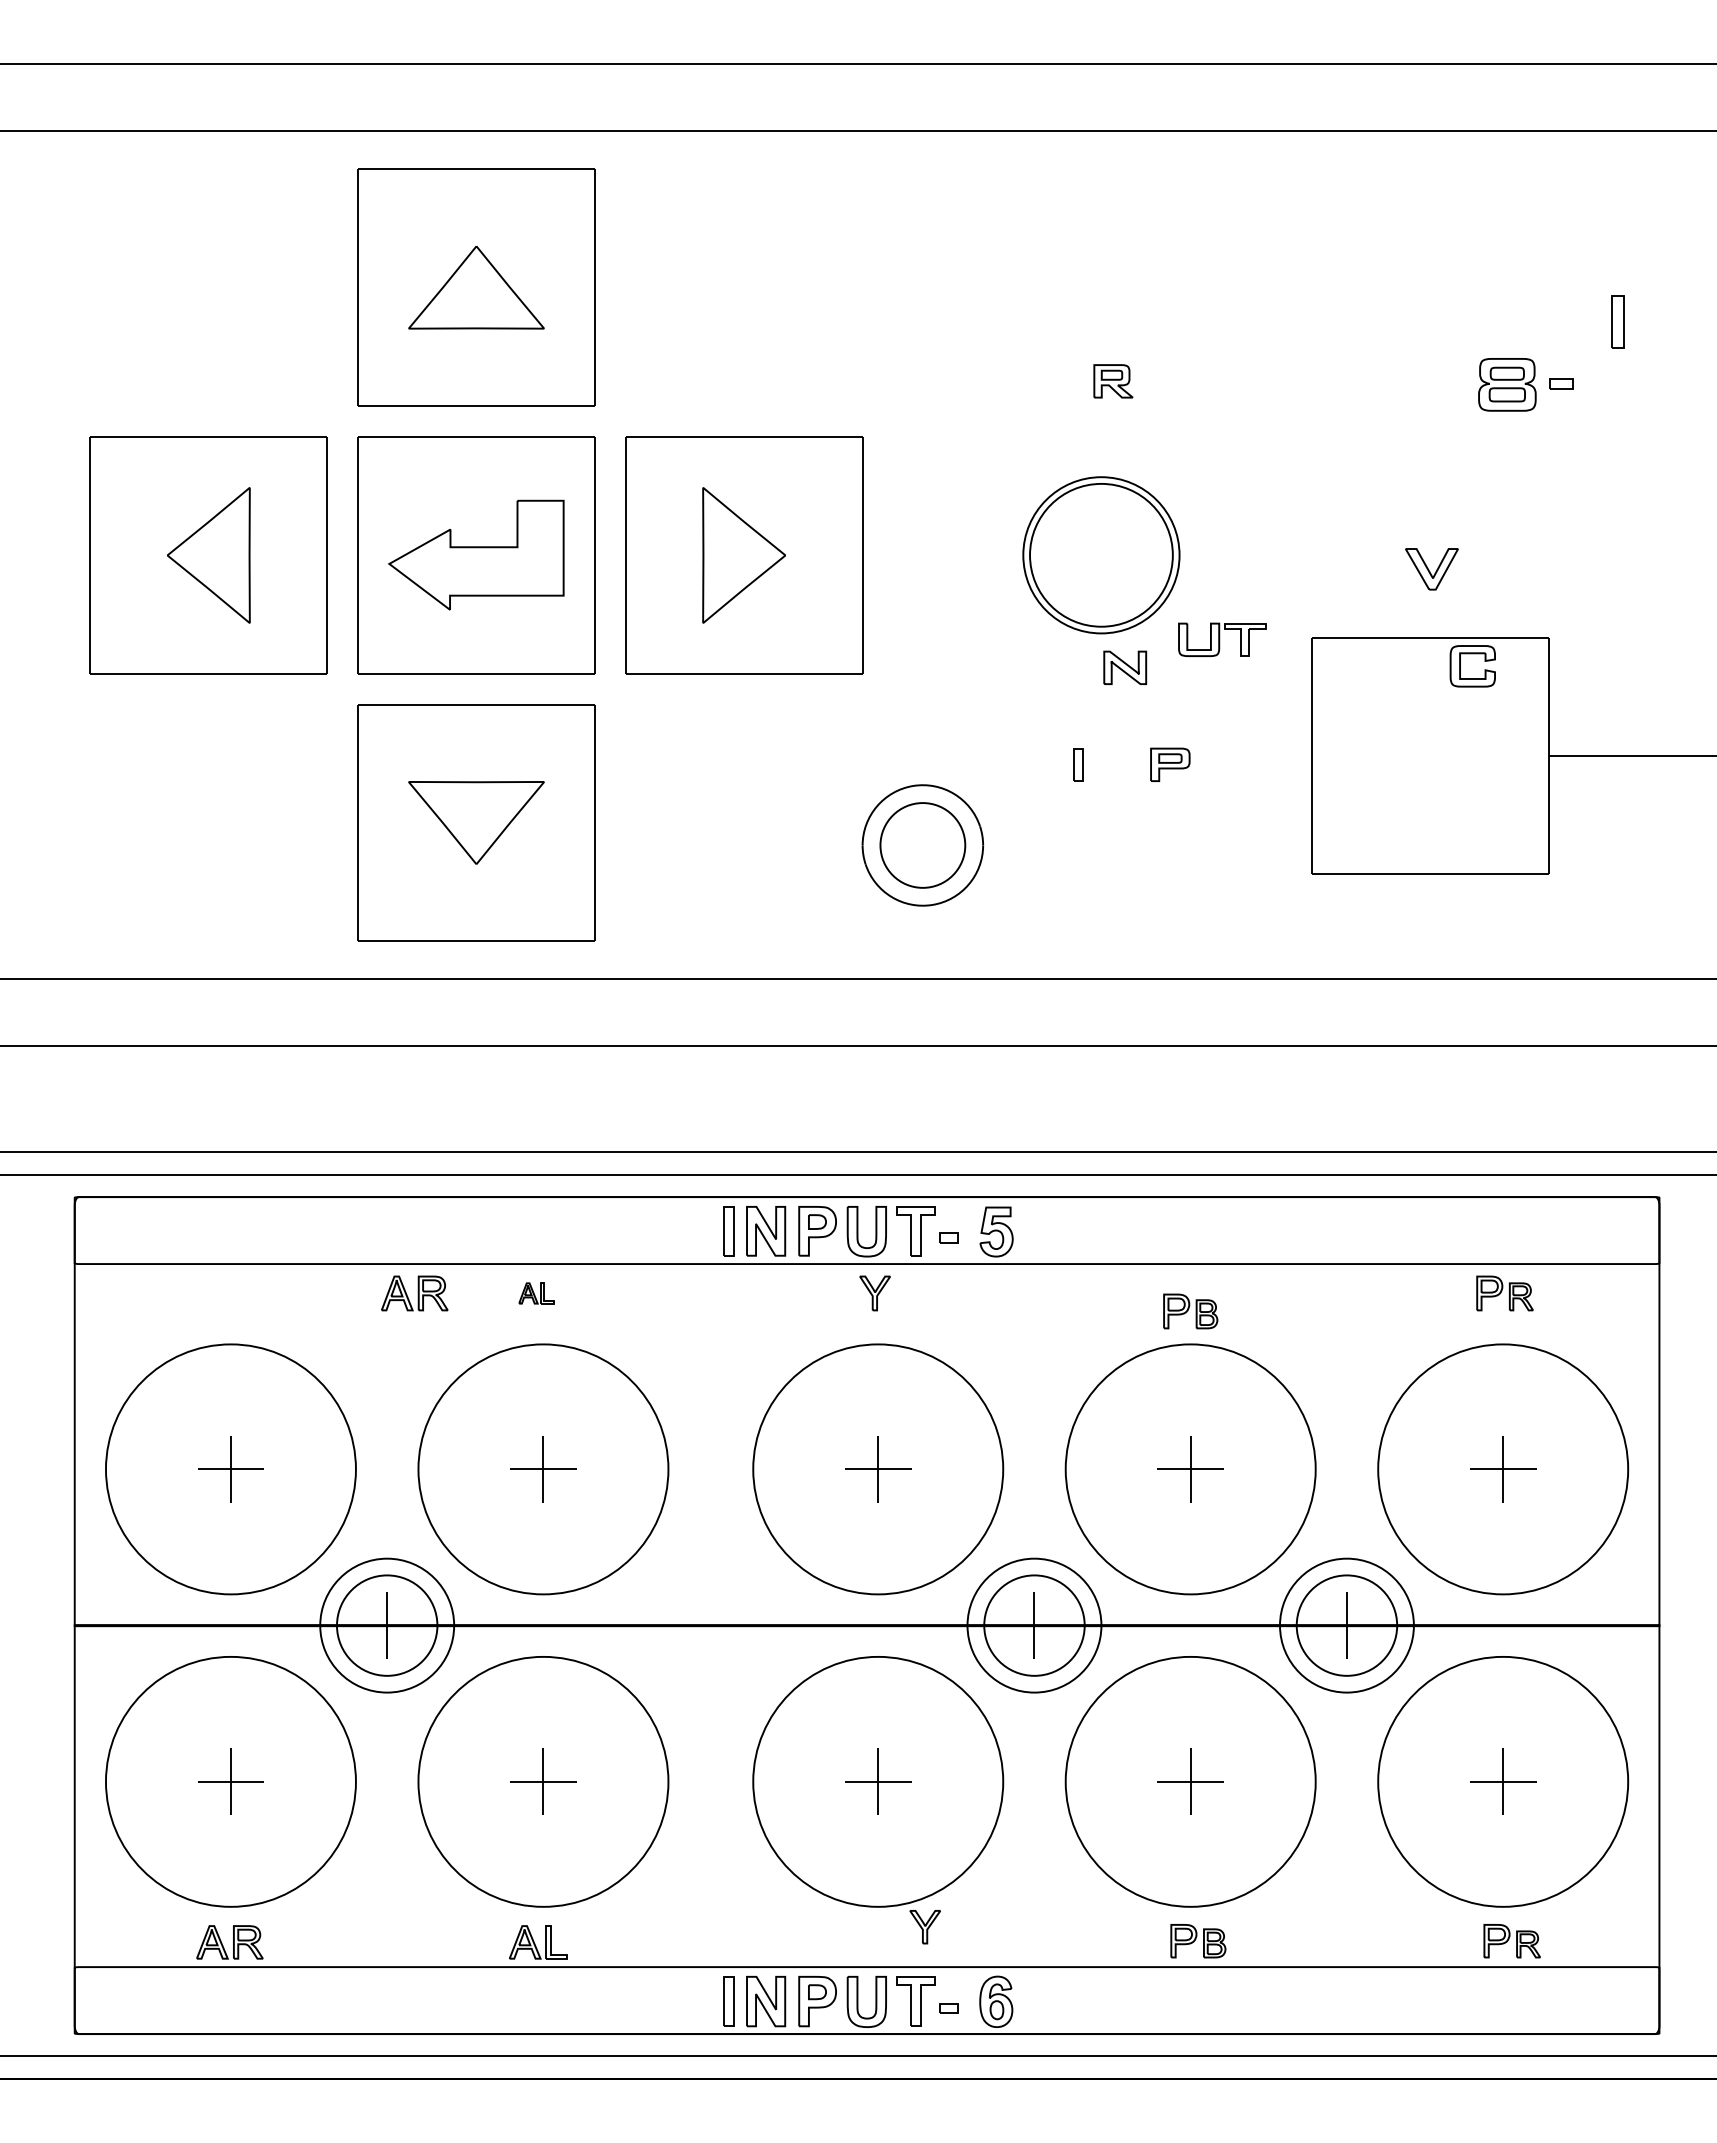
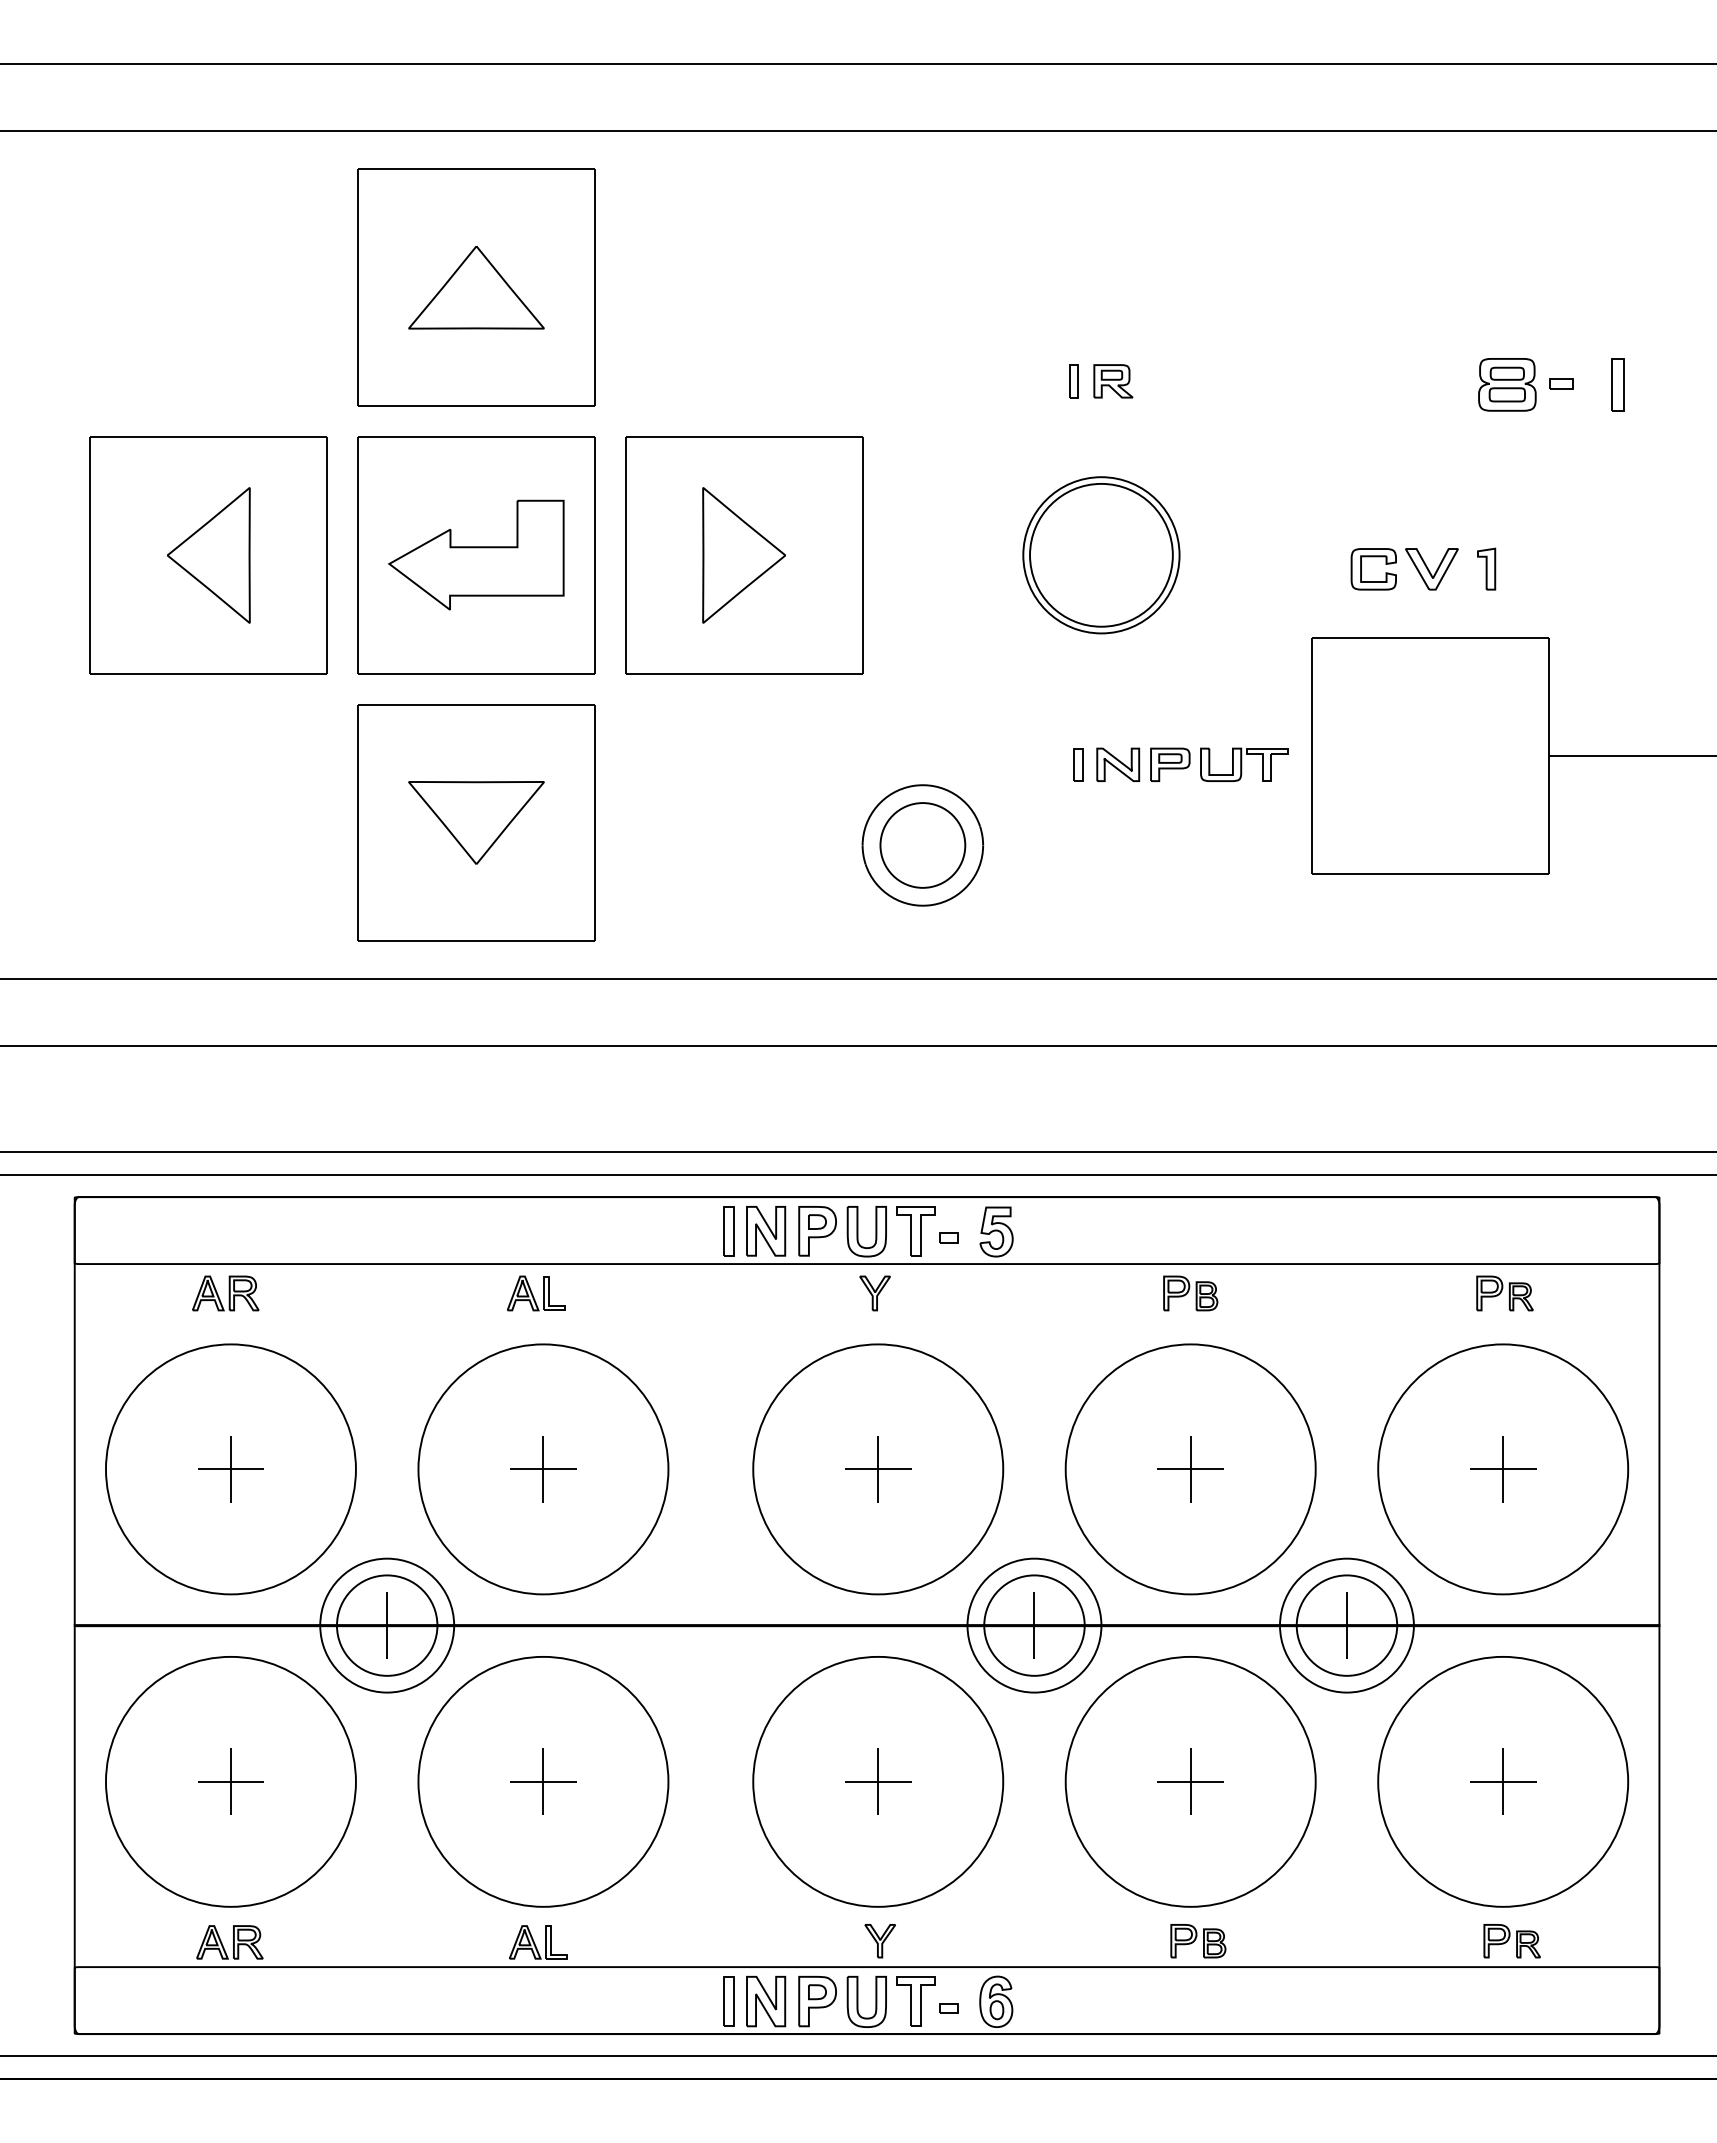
part at (1617, 321) position: (1617, 321) -> (1617, 384)
part at (1073, 381): none -> present
part at (1486, 568): none -> present
part at (1222, 639) position: (1222, 639) -> (1244, 764)
part at (1472, 654) position: (1472, 654) -> (1373, 557)
part at (1125, 667) position: (1125, 667) -> (1118, 764)
part at (414, 1293) position: (414, 1293) -> (225, 1293)
part at (536, 1293) size: 37x23 px -> 59x37 px
part at (1190, 1311) position: (1190, 1311) -> (1190, 1293)
part at (924, 1927) position: (924, 1927) -> (879, 1941)
